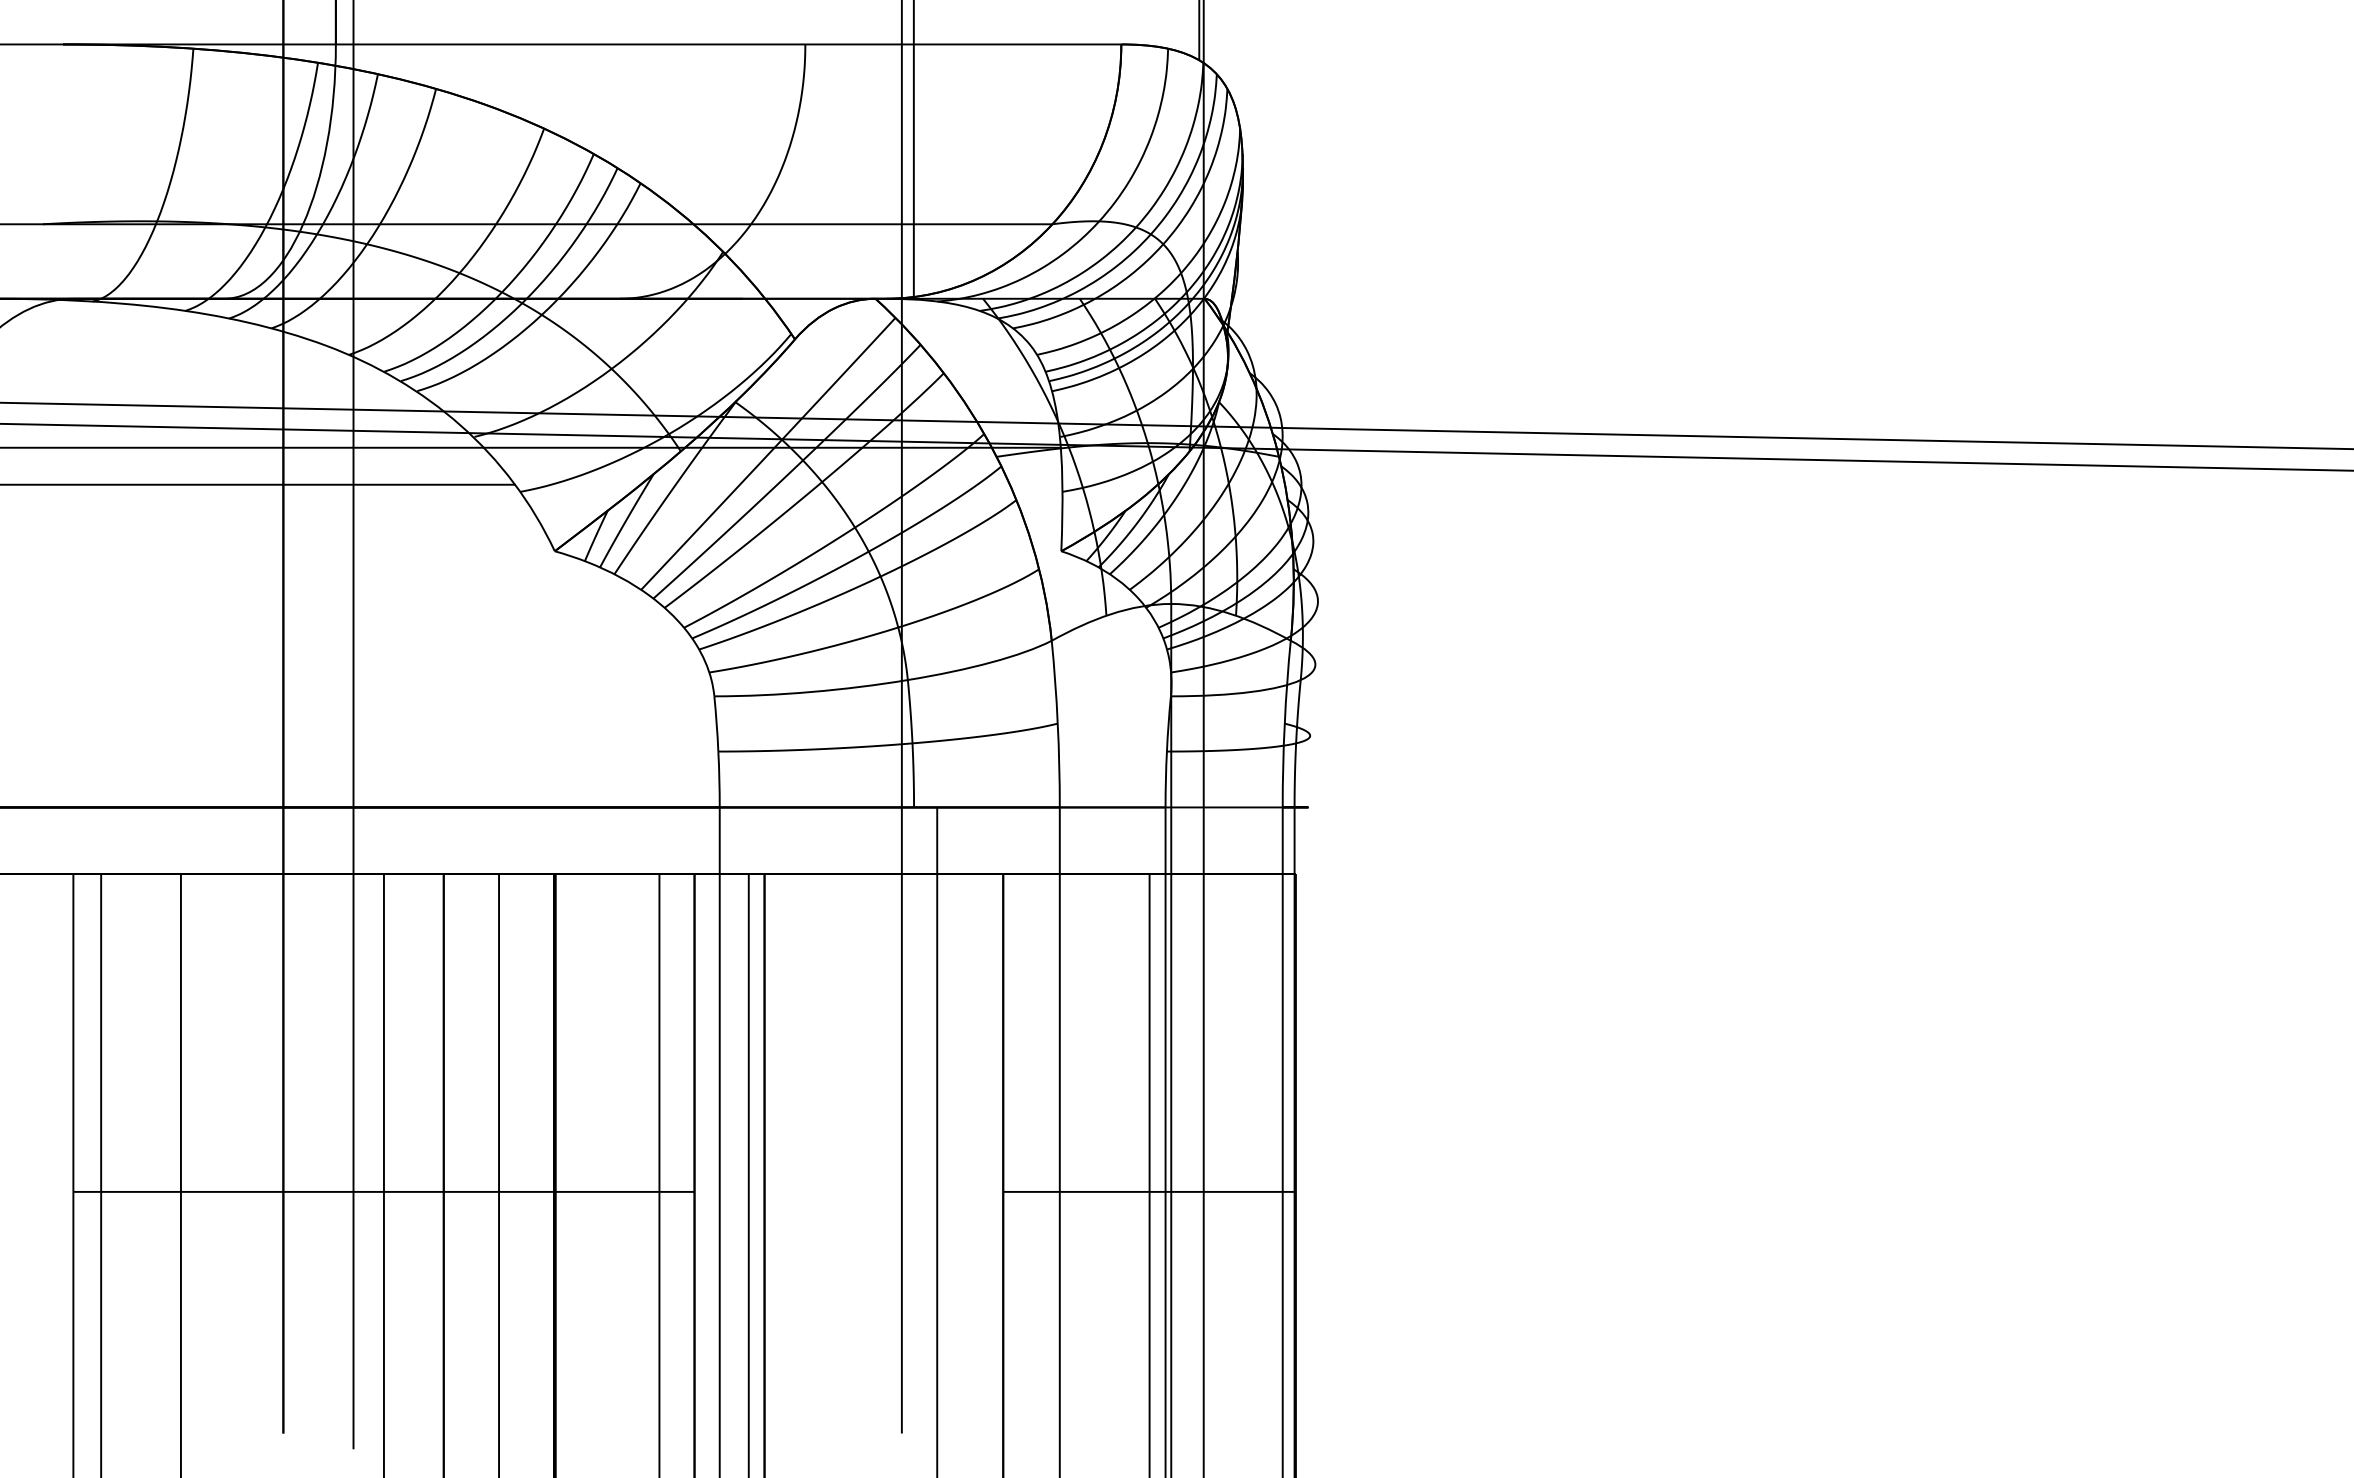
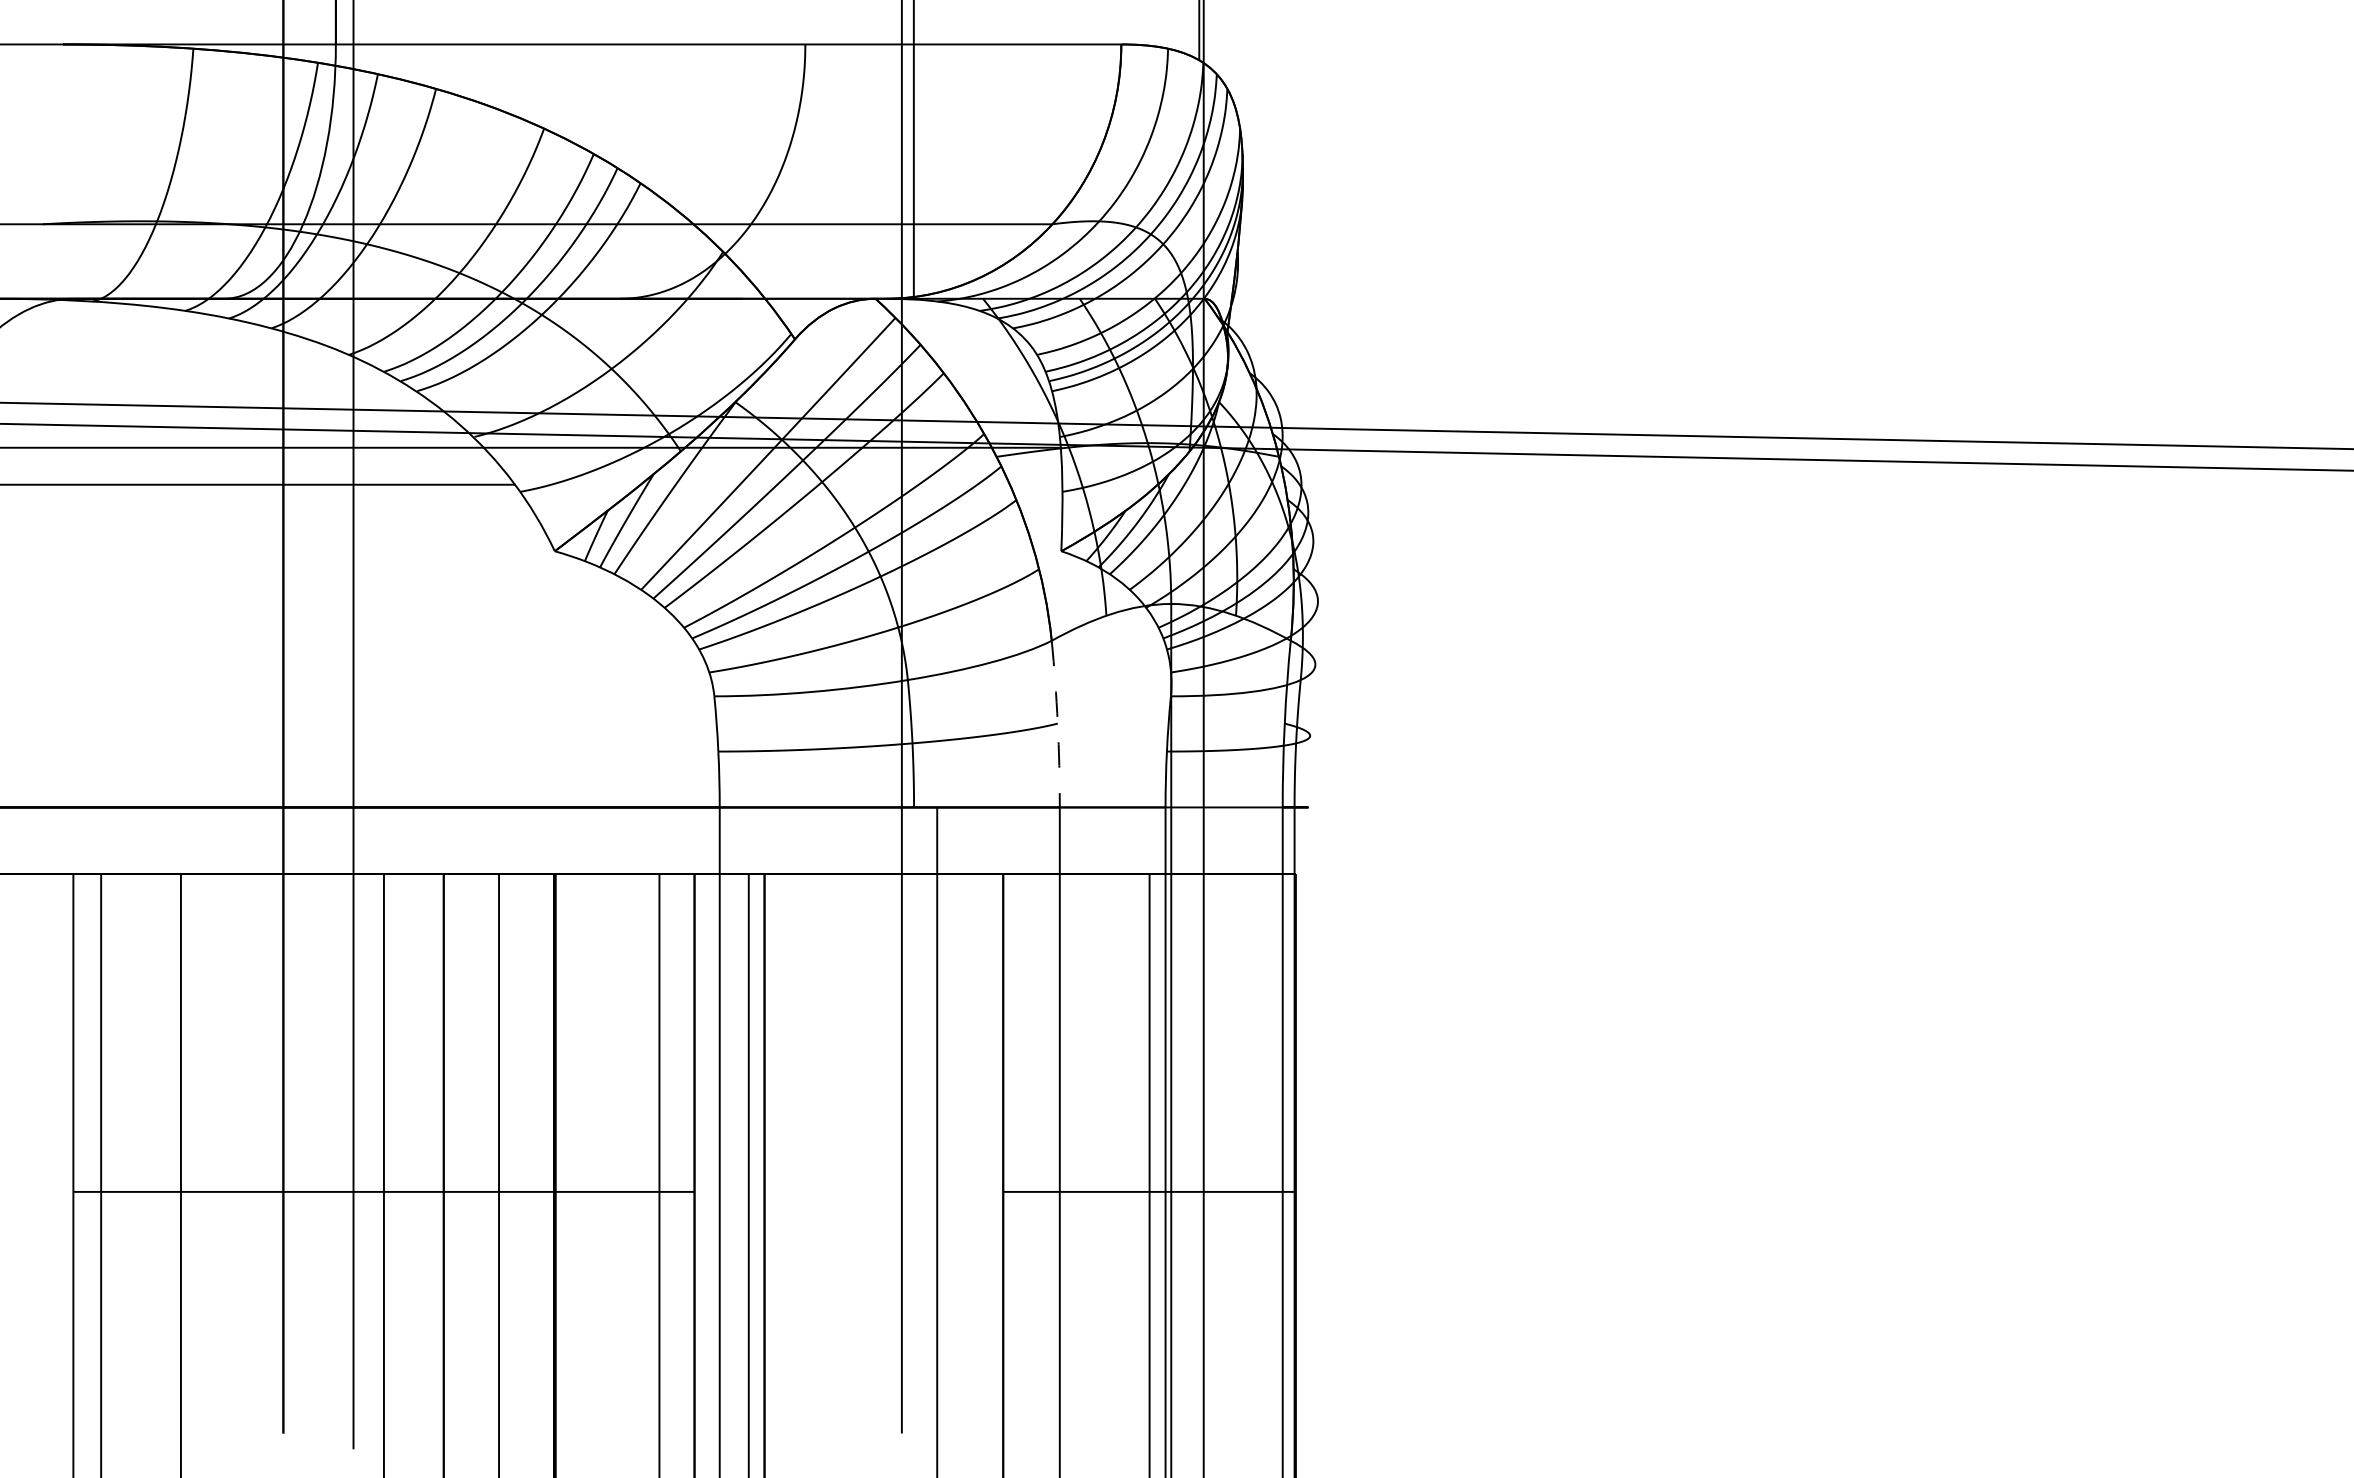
arc at (1057, 723): solid -> dashed
